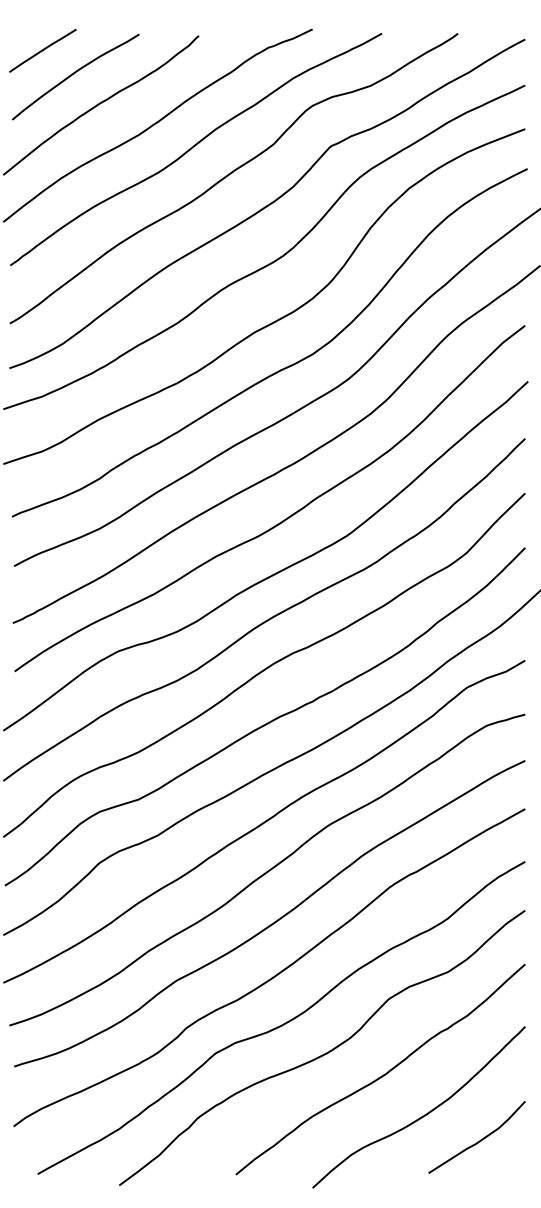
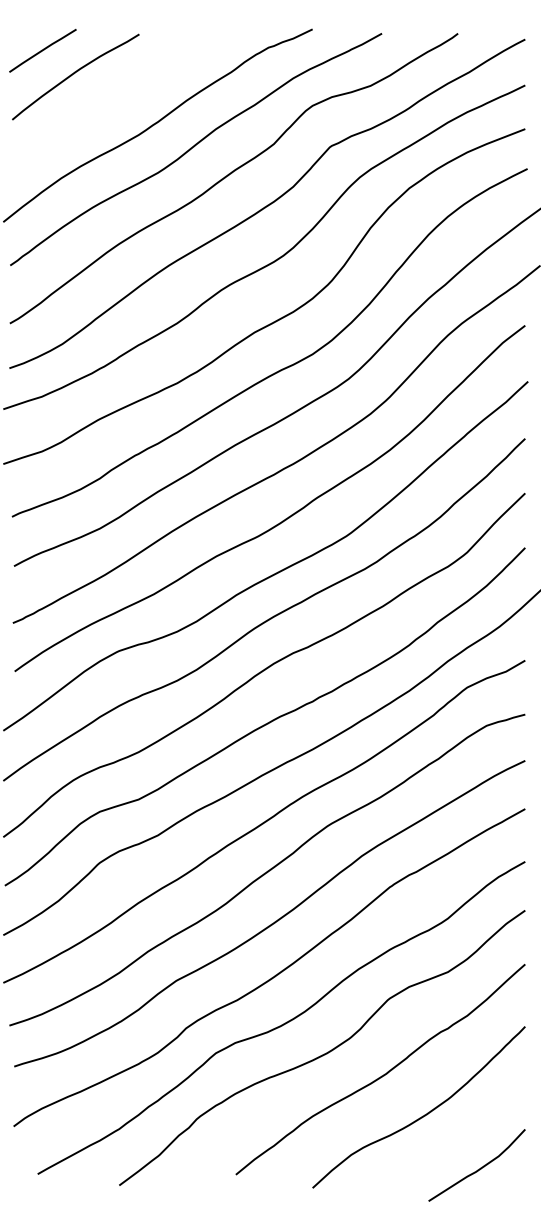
curve at (100, 104): present -> none
curve at (477, 1141) position: (477, 1141) -> (477, 1169)
